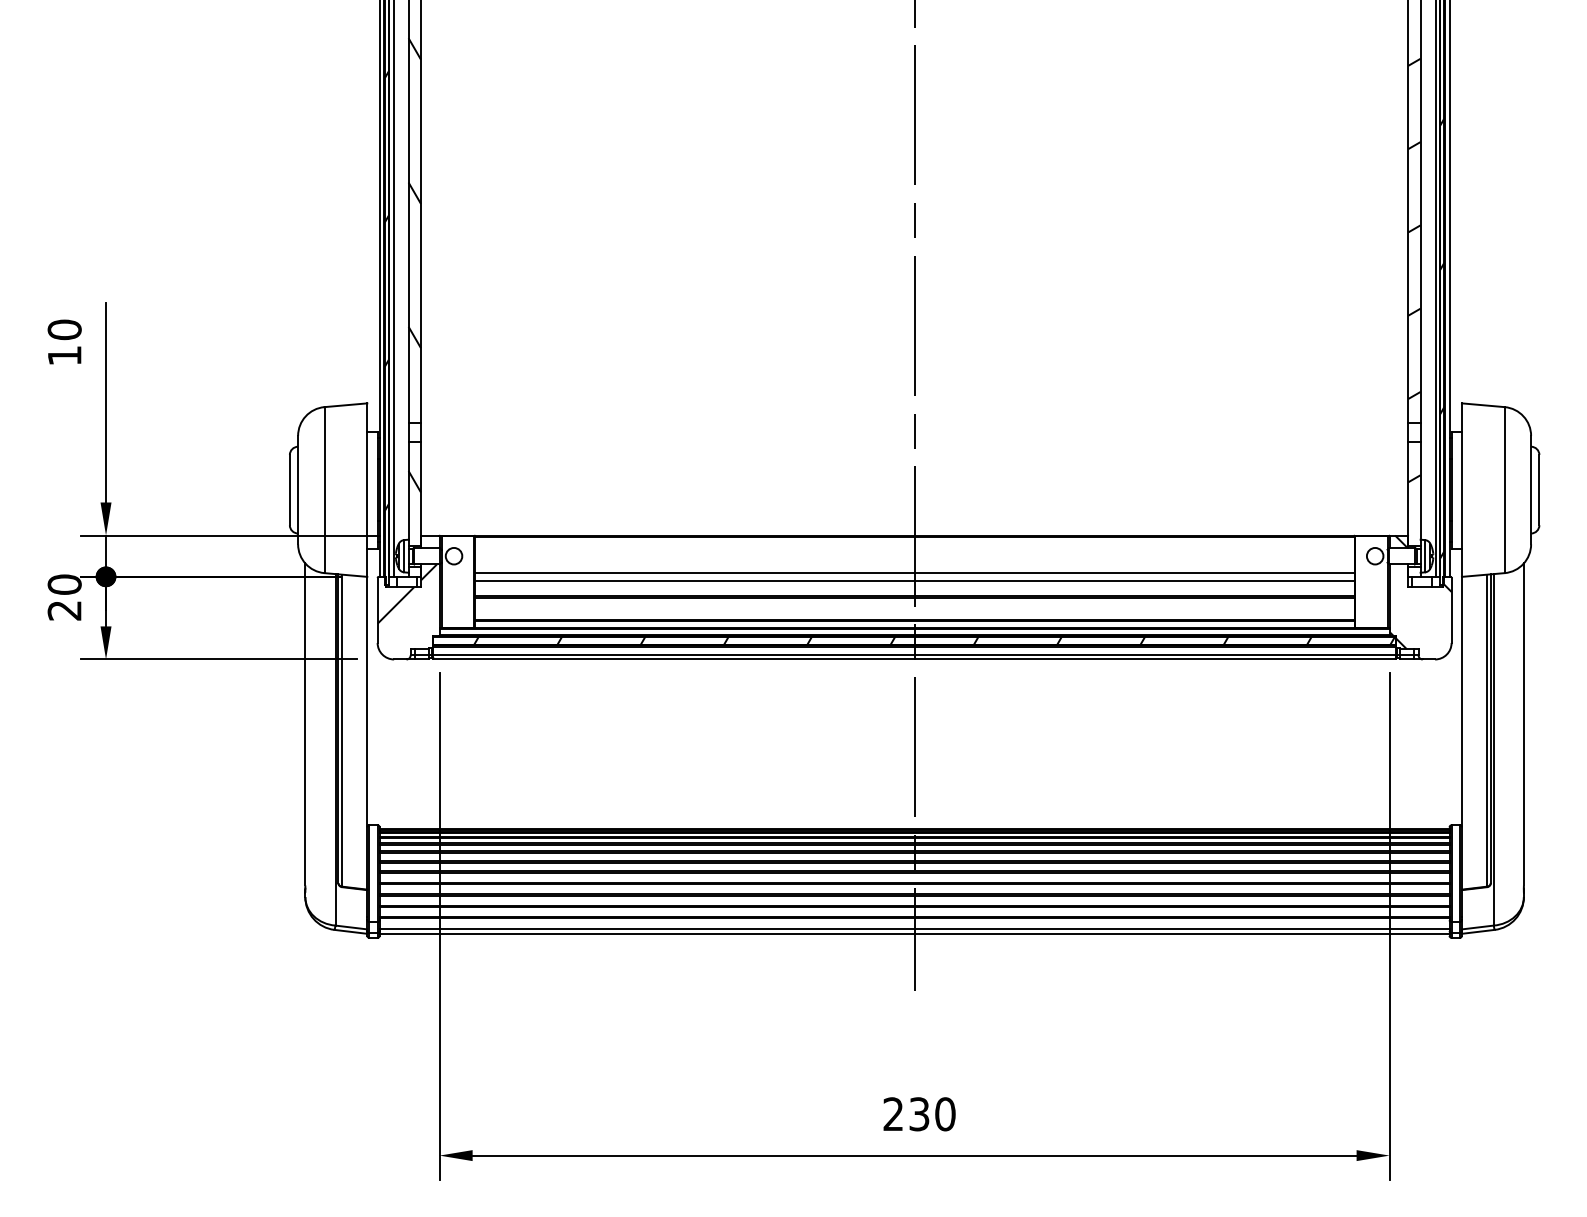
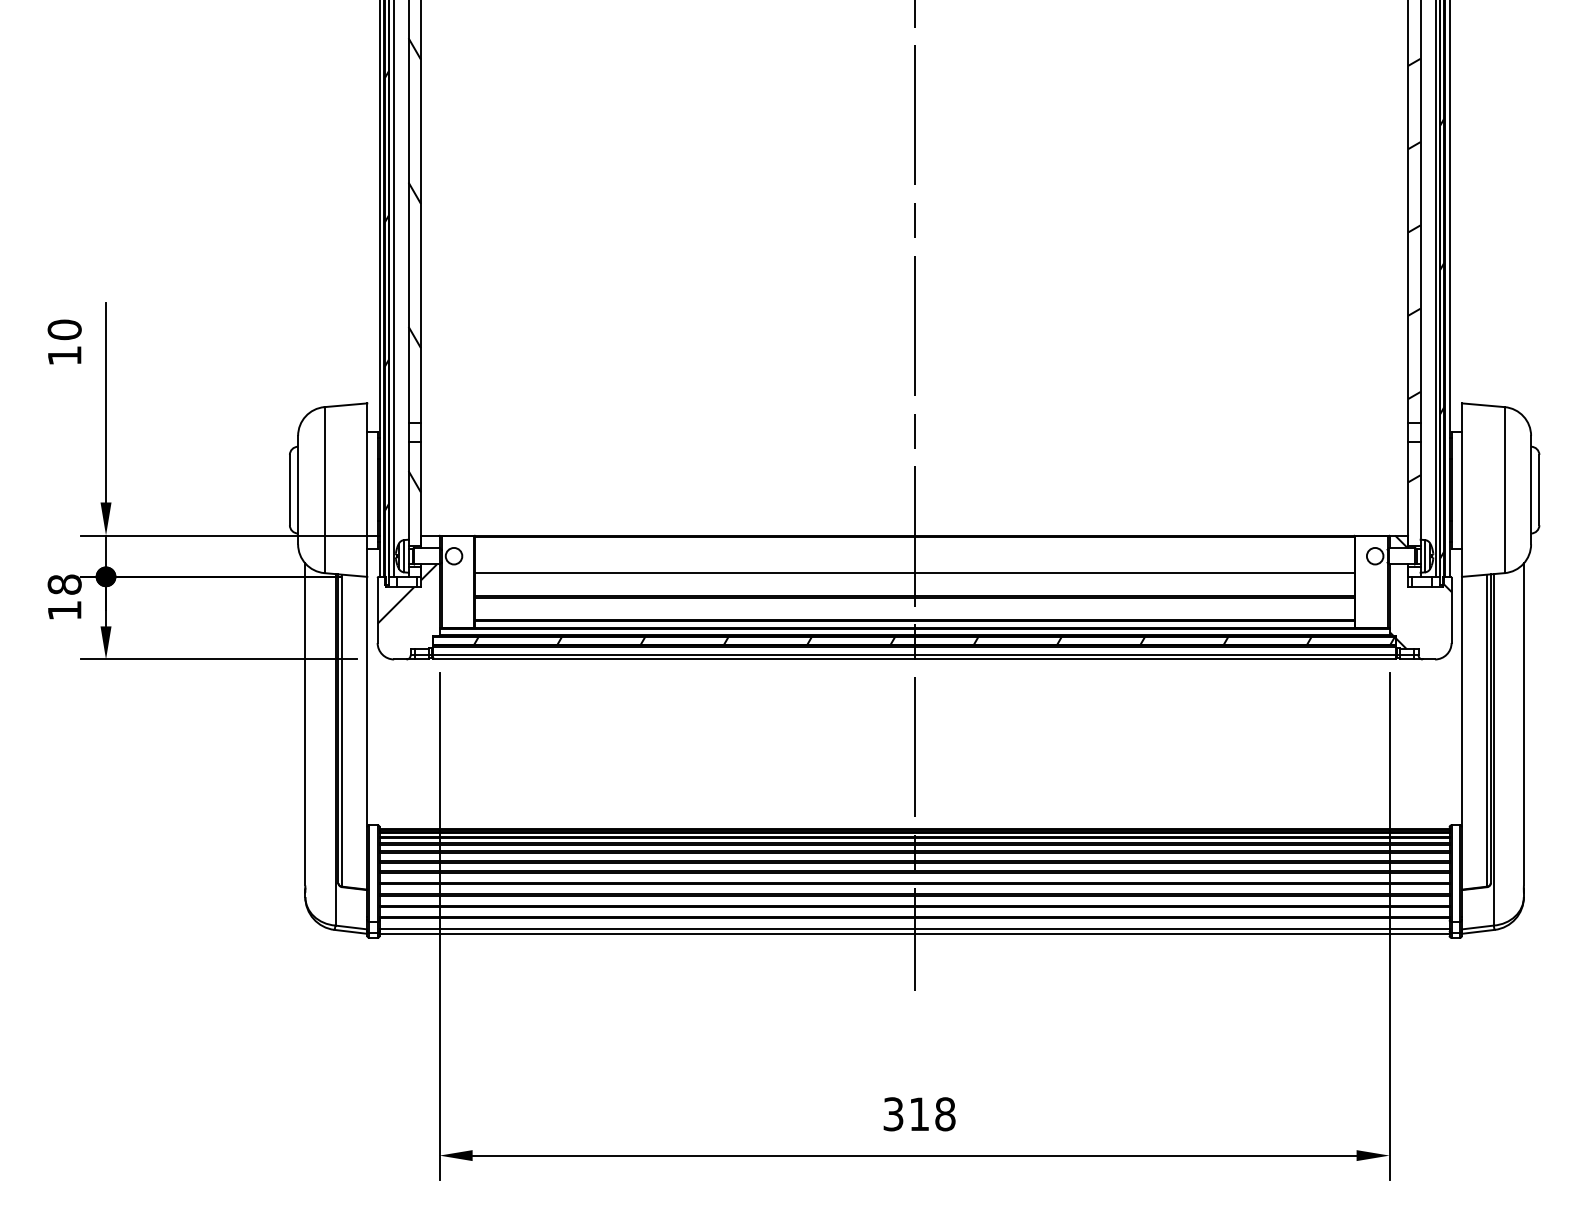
line at (914, 581): present -> none
text at (64, 597): 20 -> 18
text at (919, 1114): 230 -> 318
